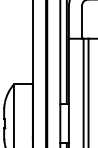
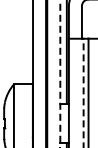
line at (60, 73): solid -> dashed
line at (83, 92): solid -> dashed
